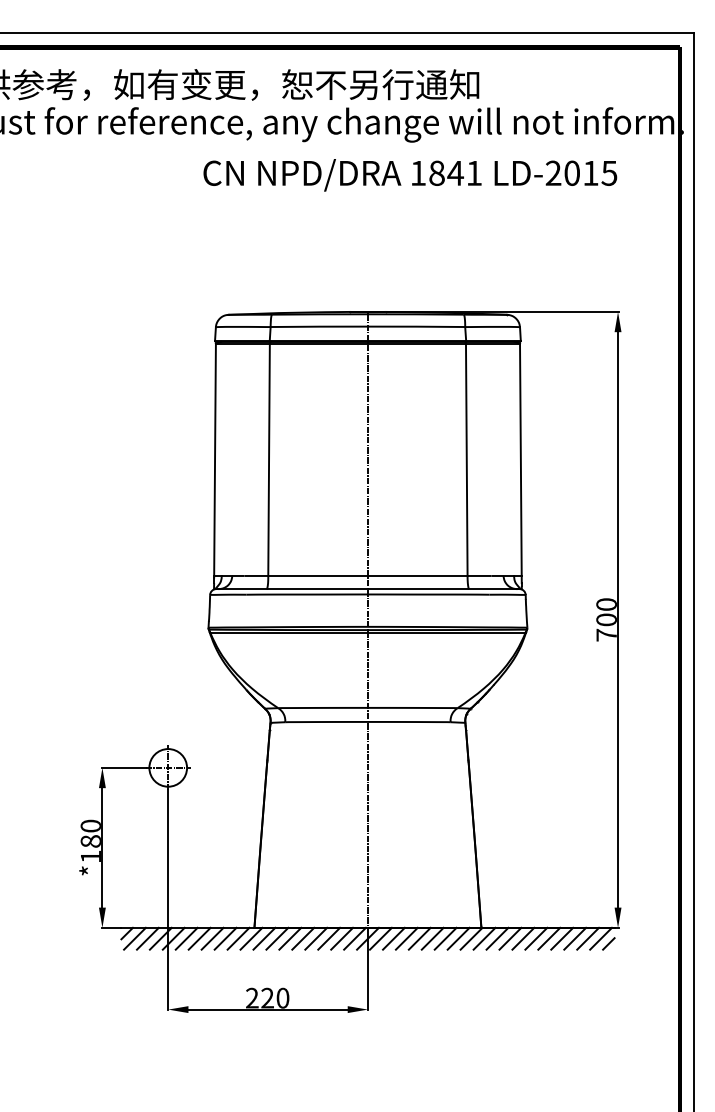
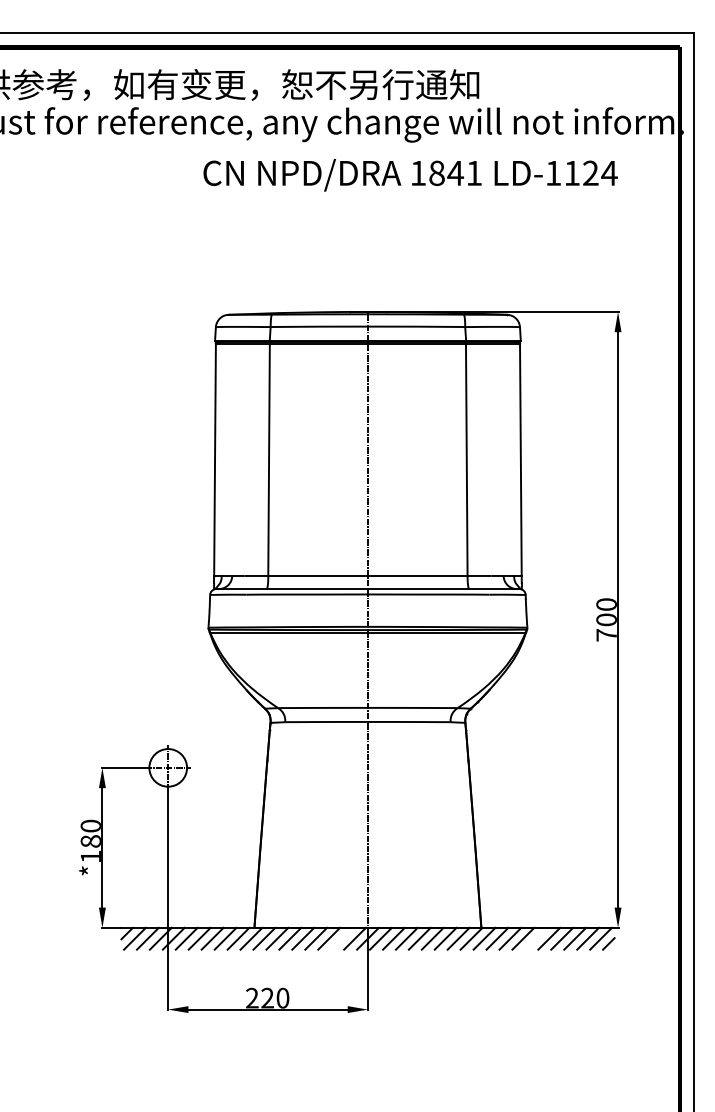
text at (581, 172): LD-2015 -> LD-1124
line at (342, 938): present -> none
line at (536, 938): present -> none
